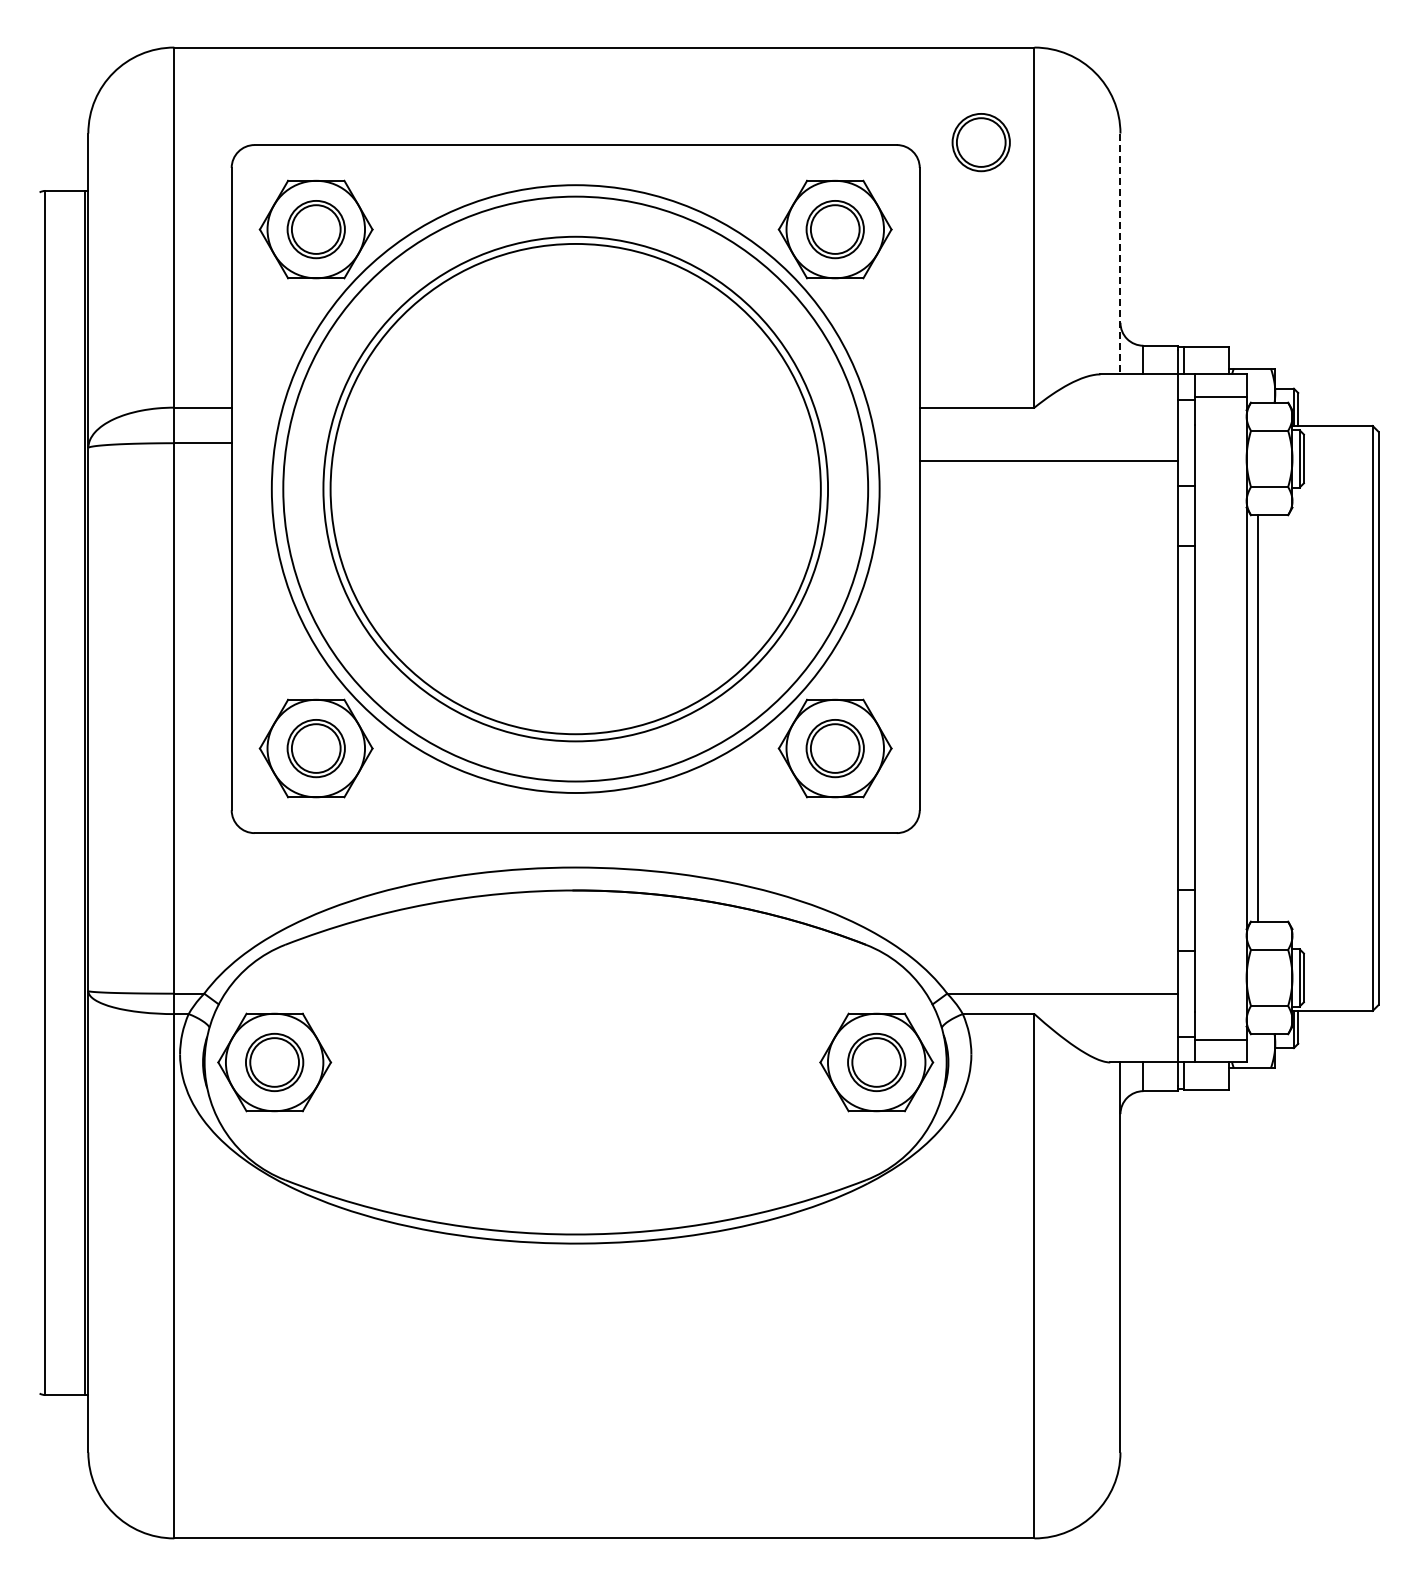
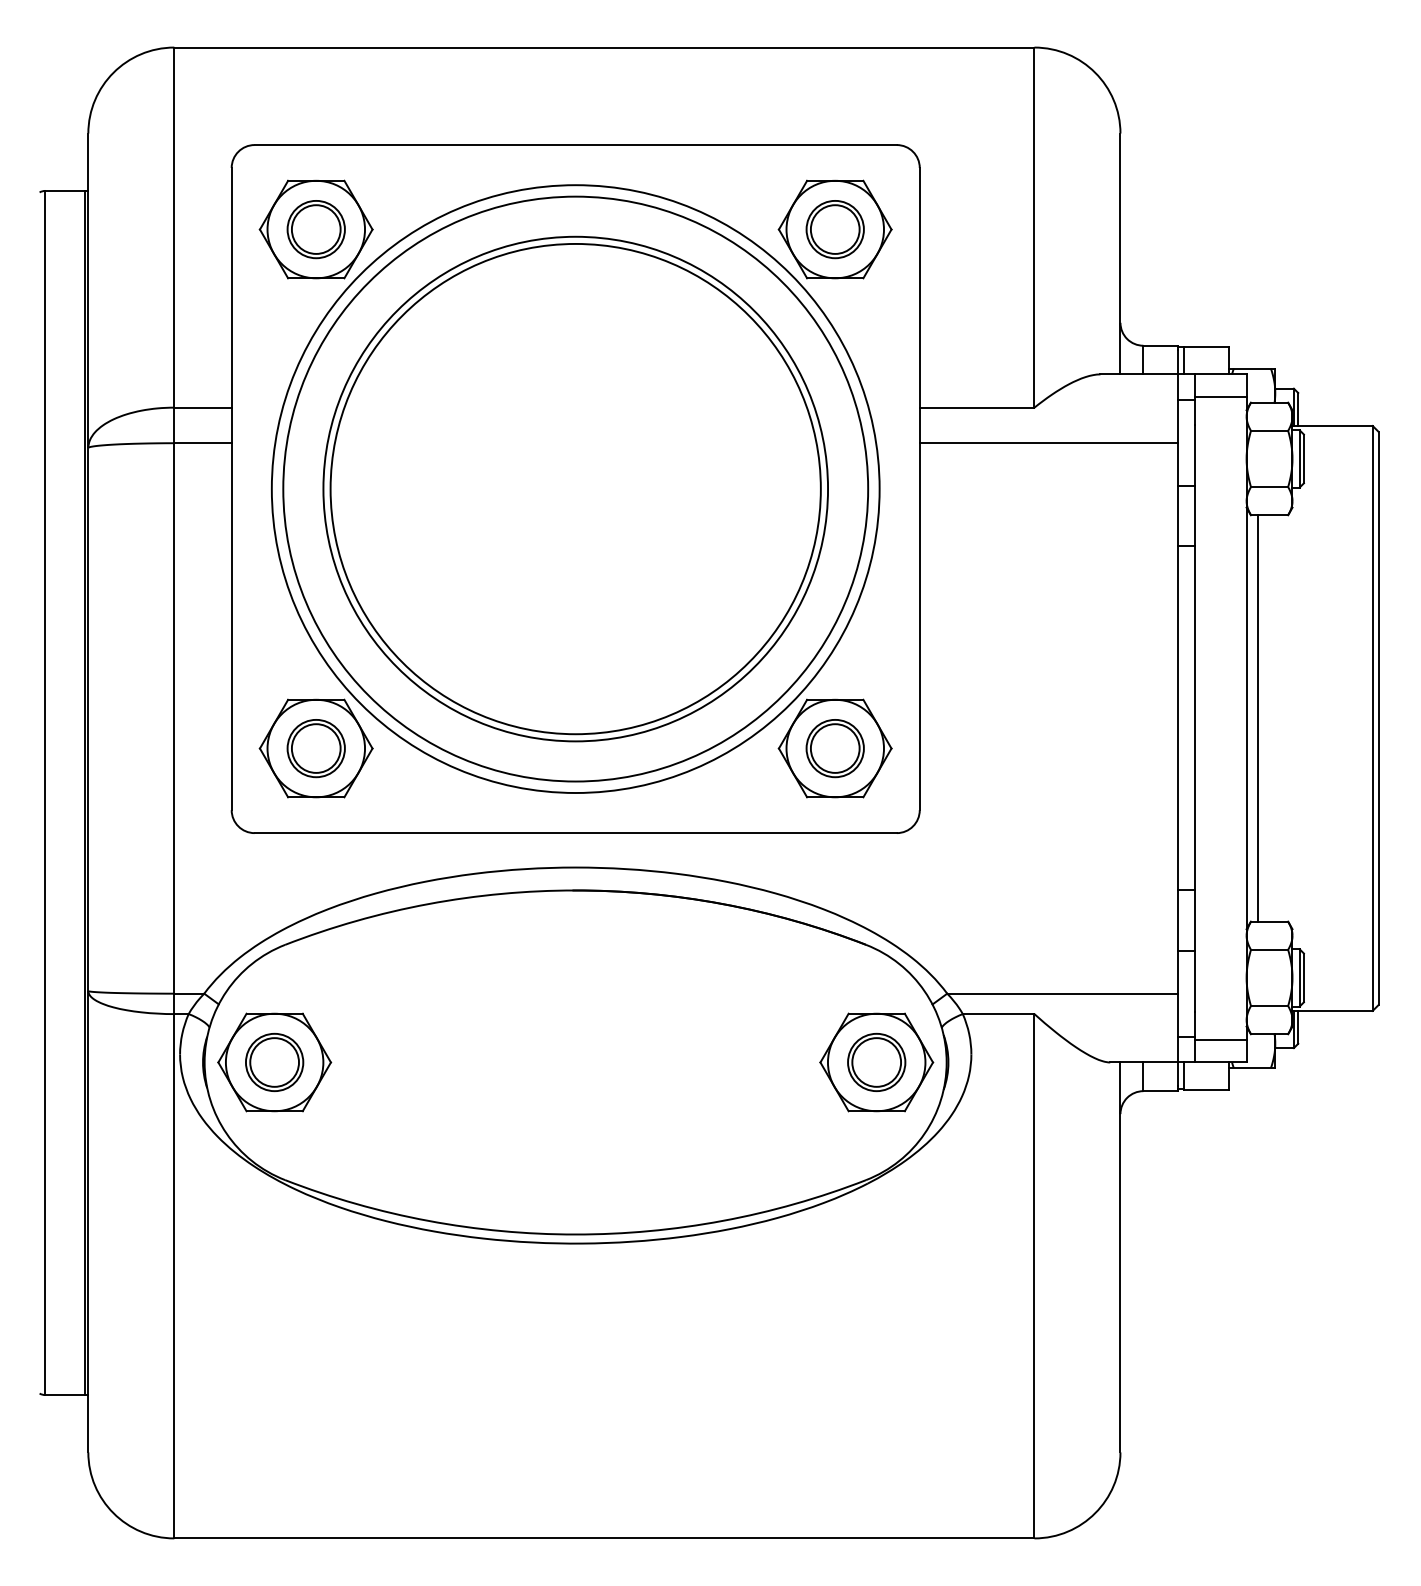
part at (980, 142): present -> none
line at (1120, 254): dashed -> solid
line at (1048, 461) position: (1048, 461) -> (1048, 443)
